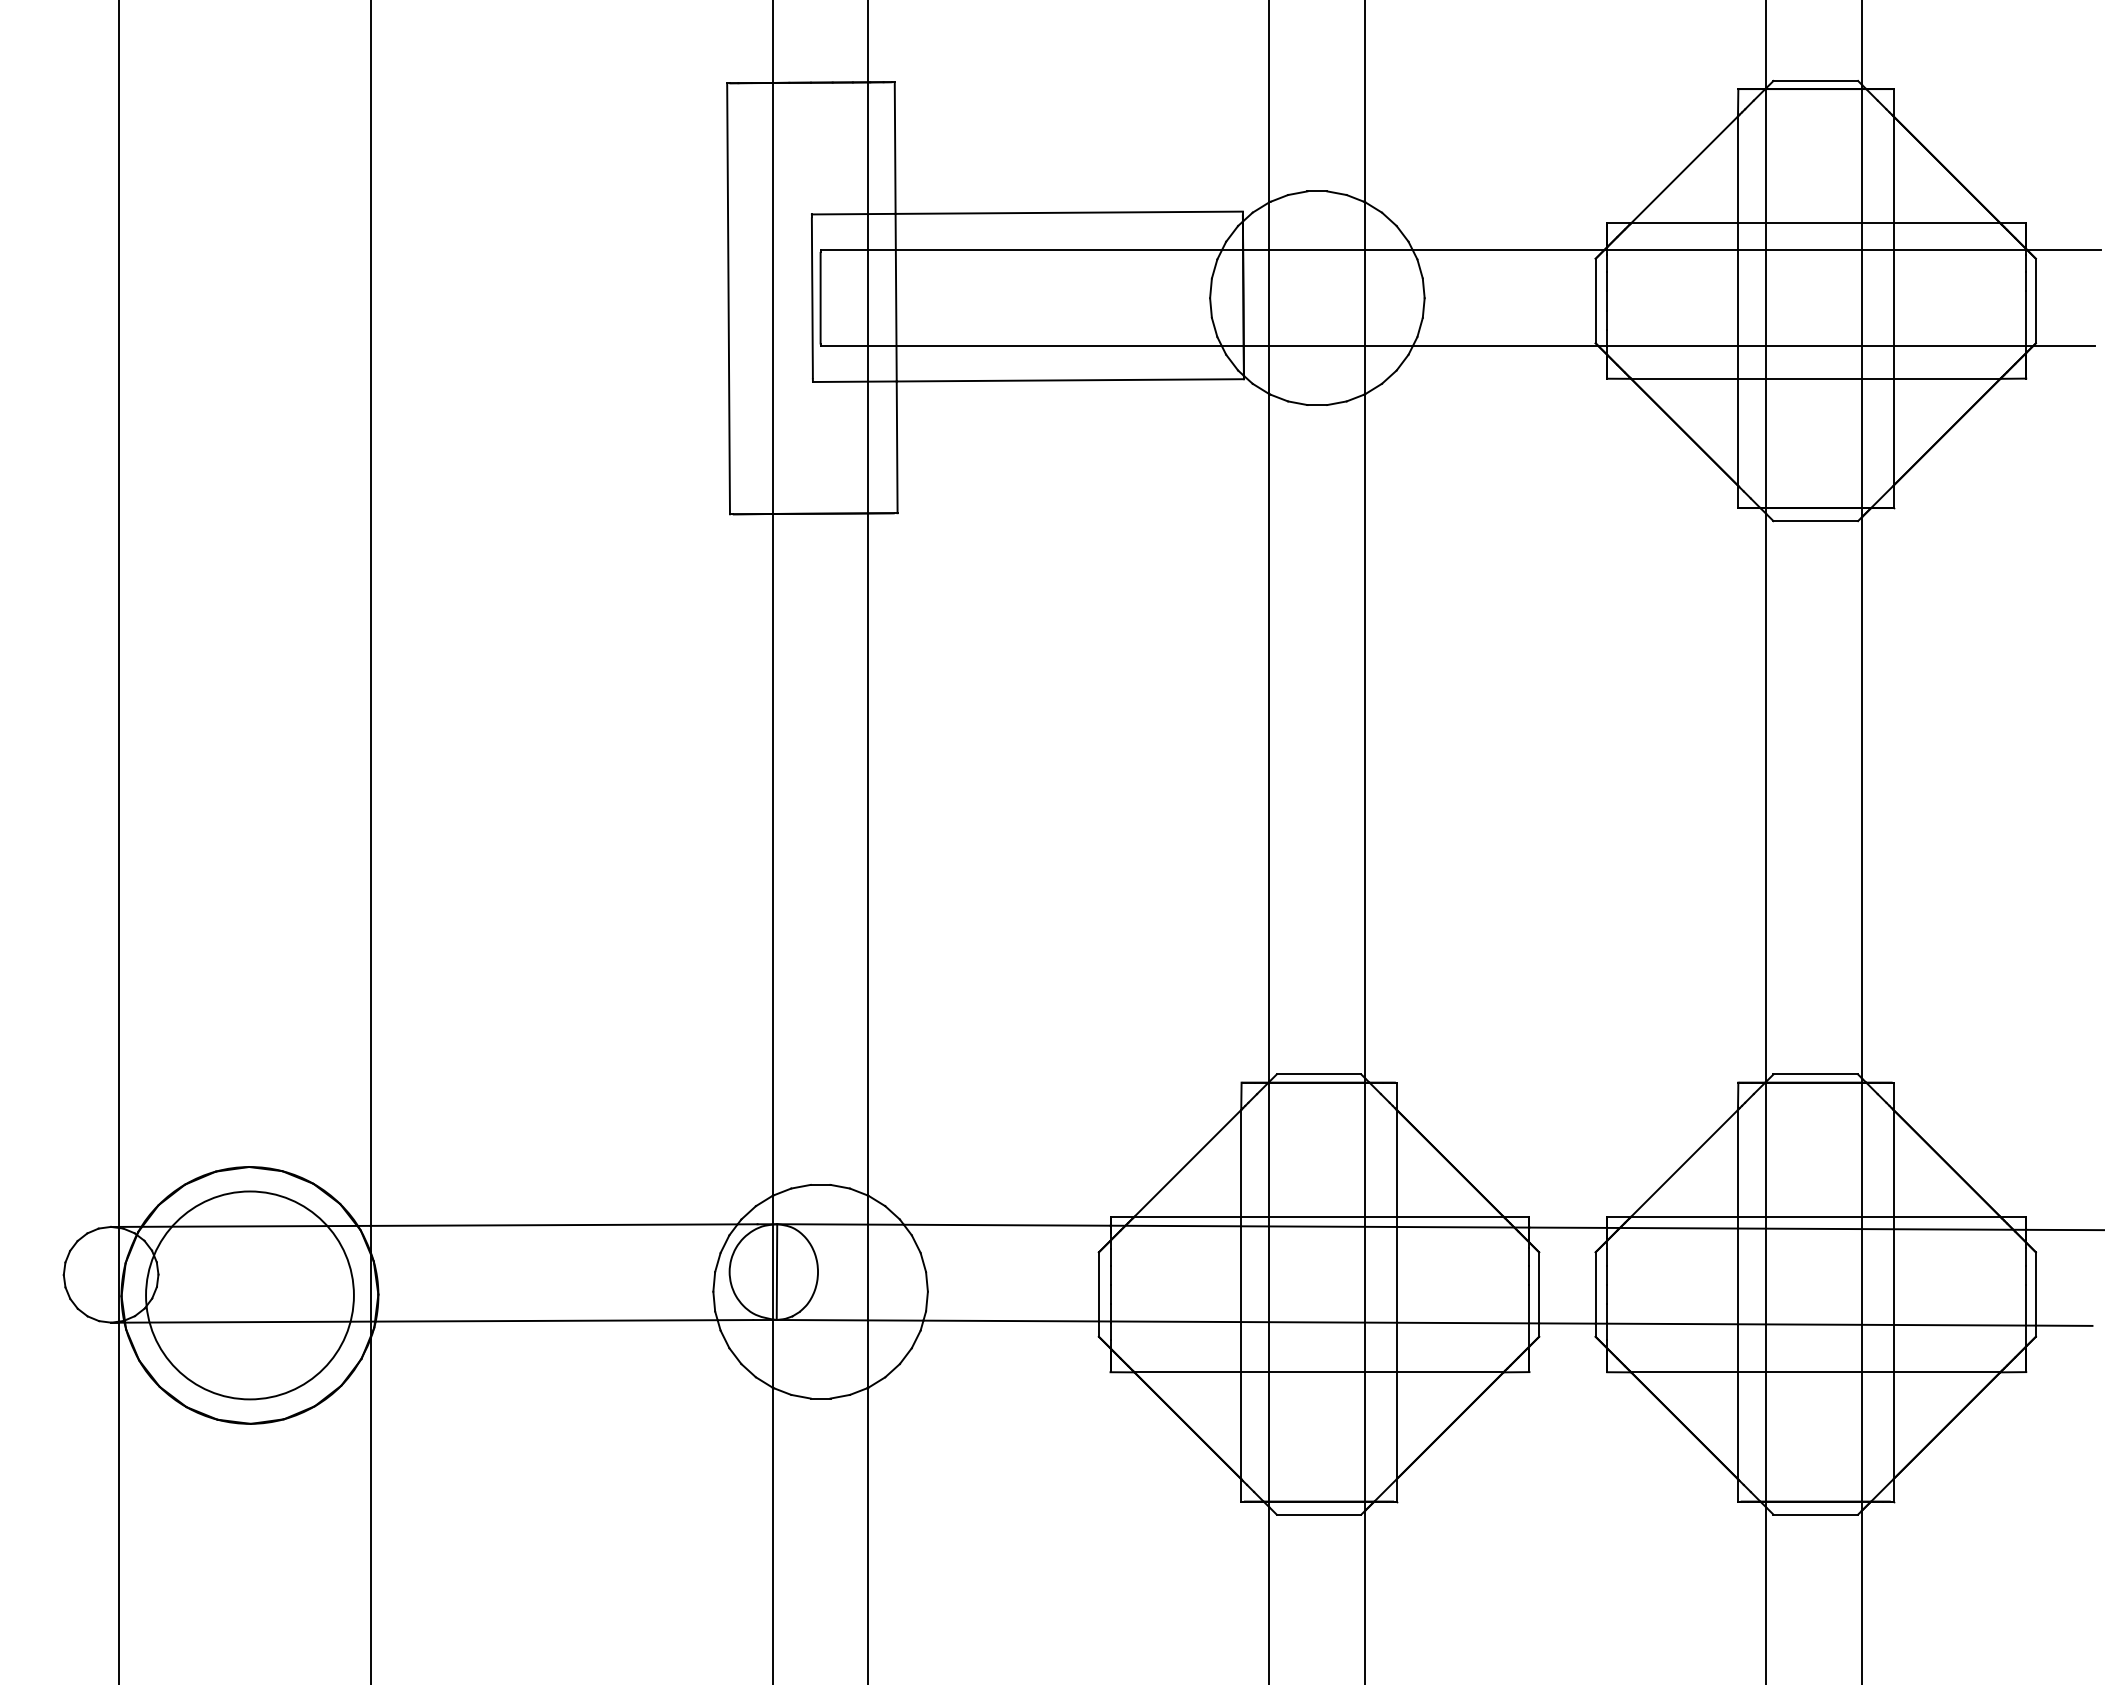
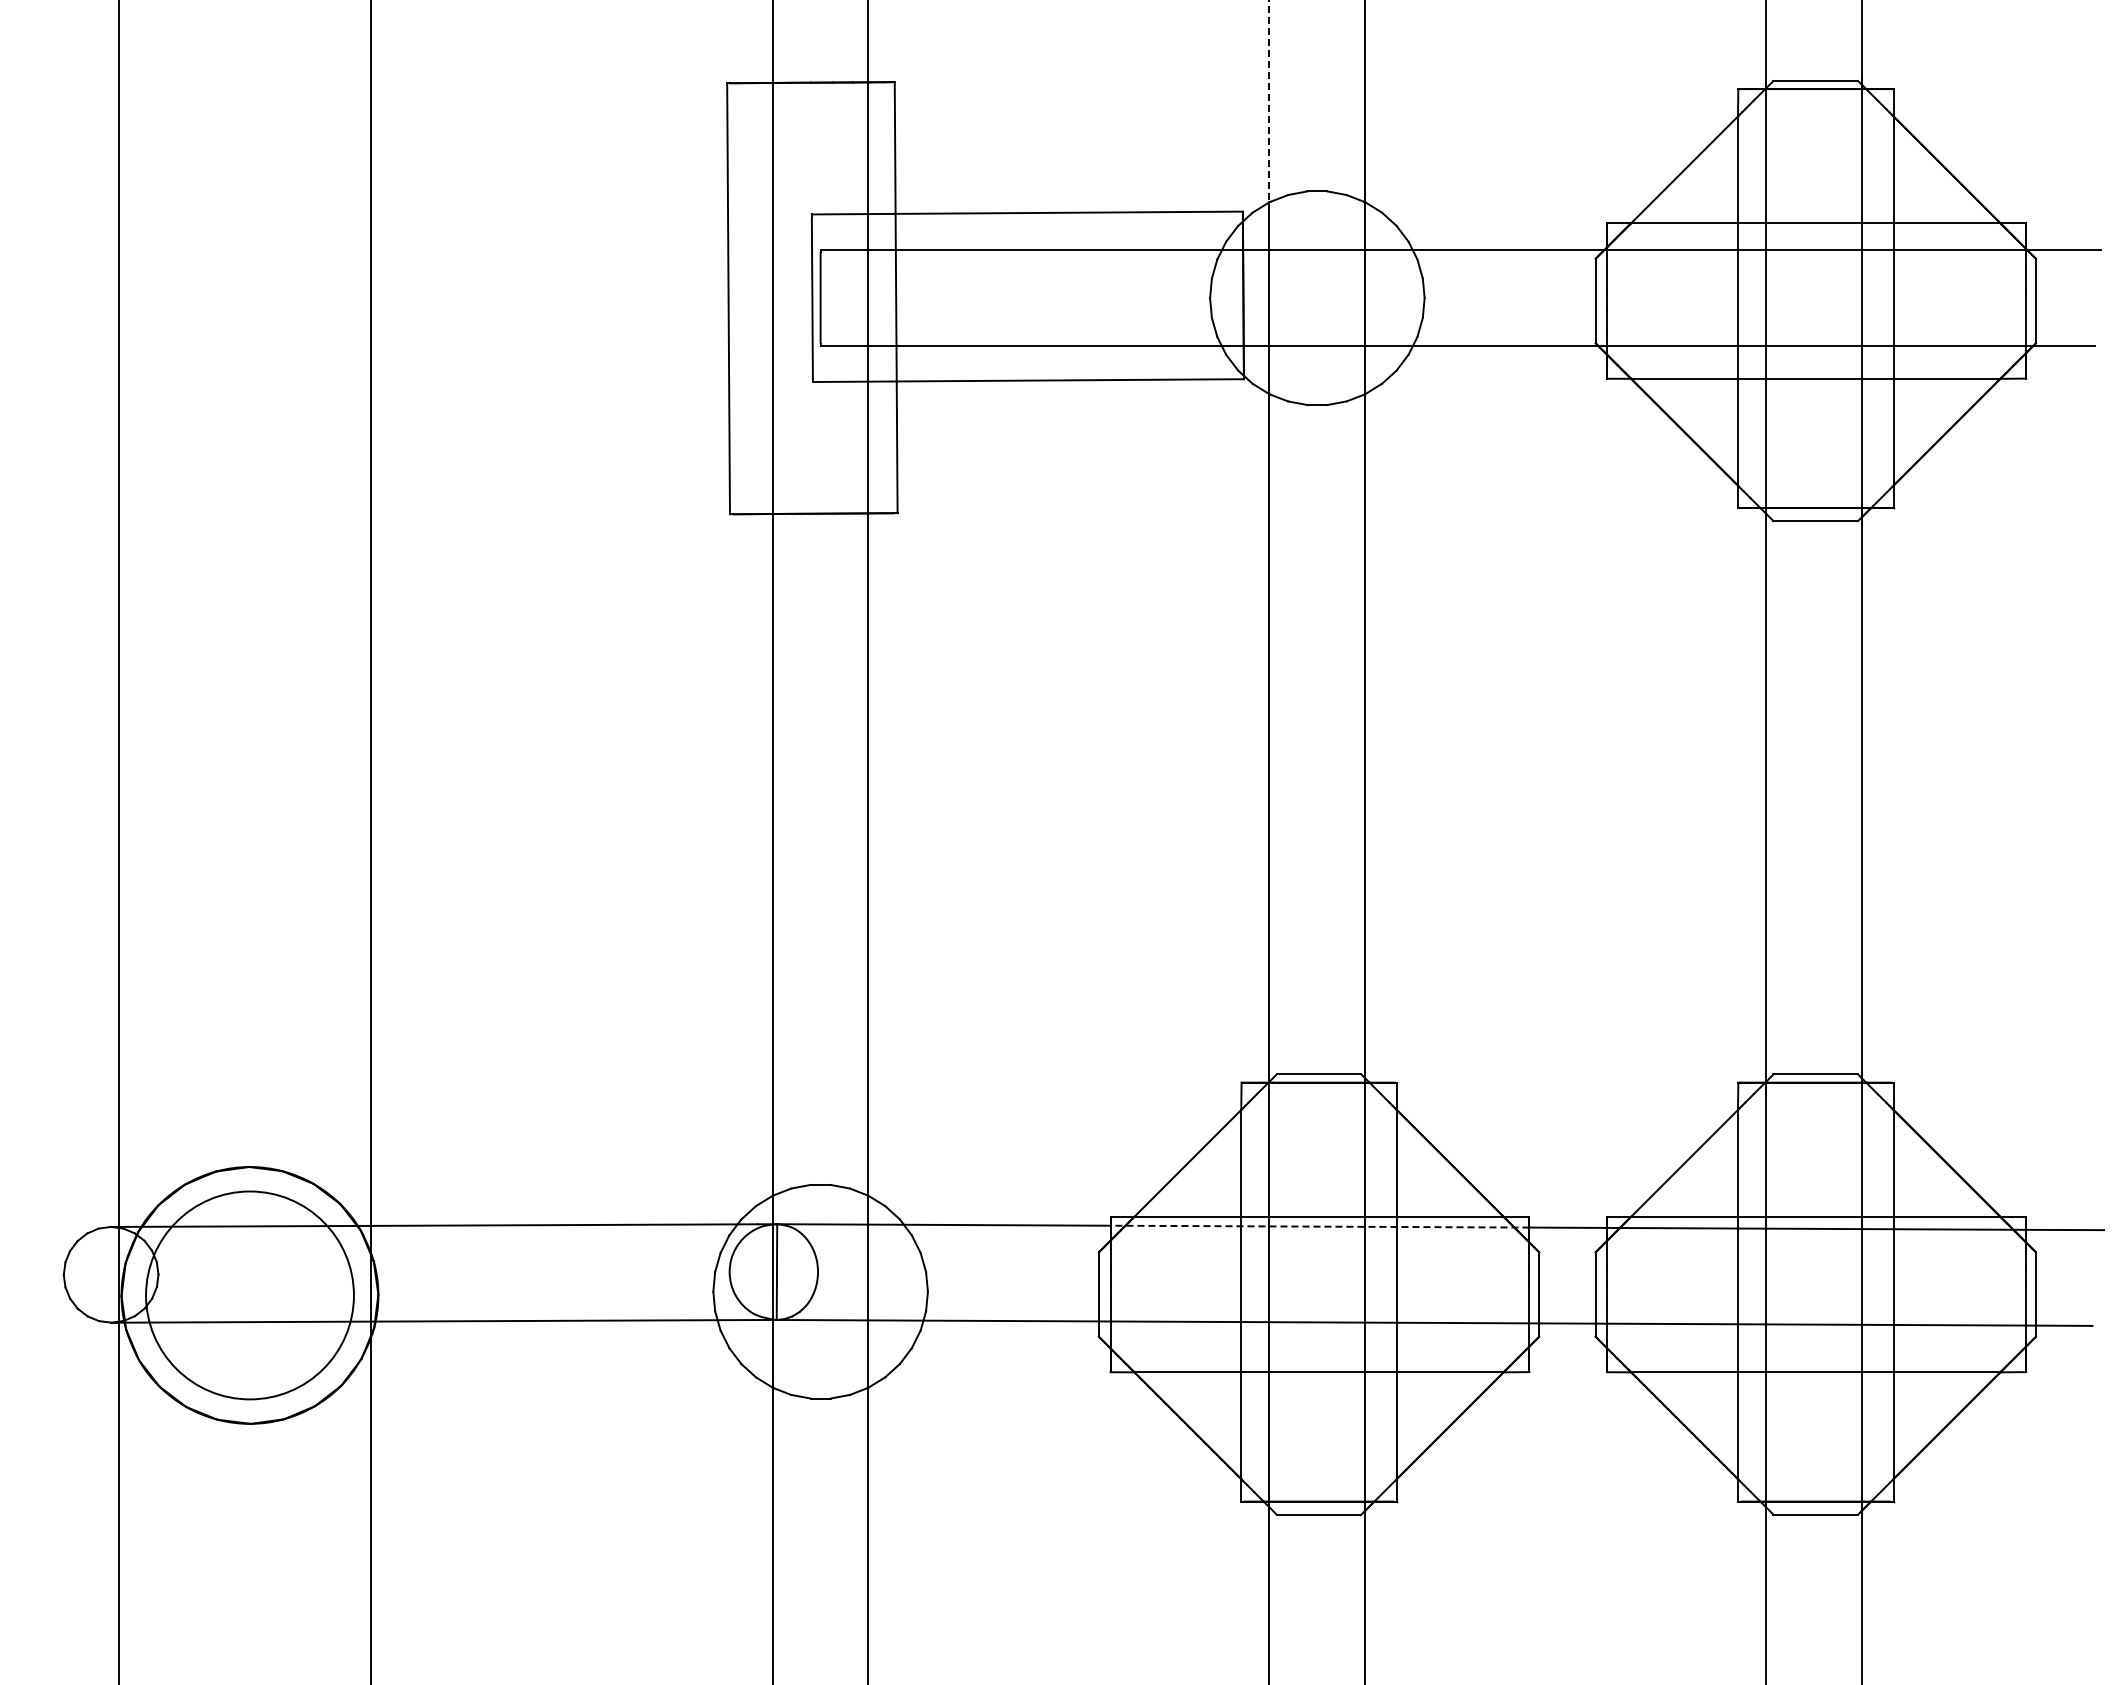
line at (1269, 101): solid -> dashed
line at (1319, 1226): solid -> dashed
